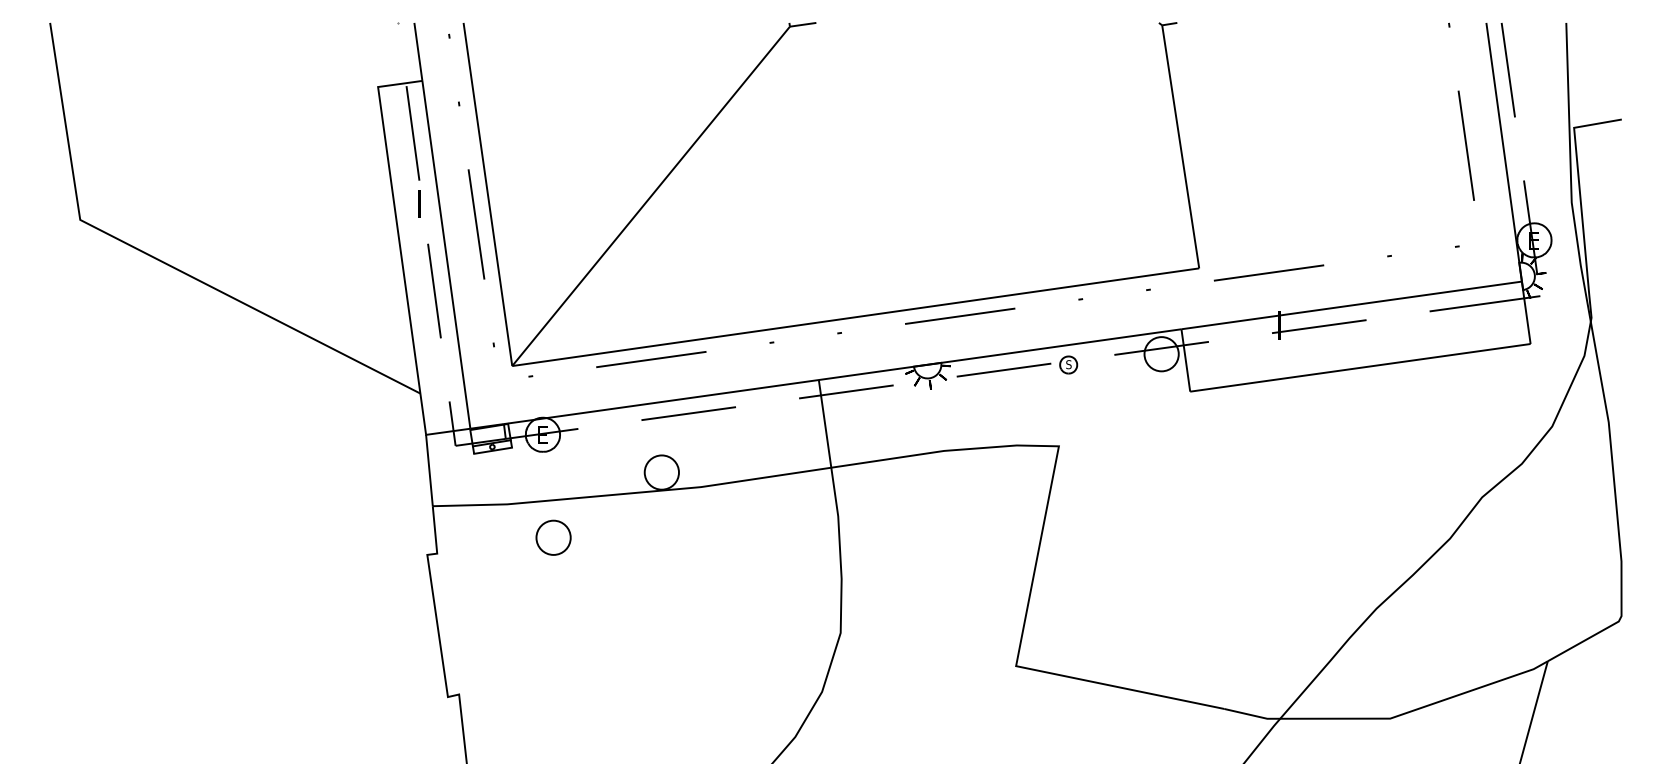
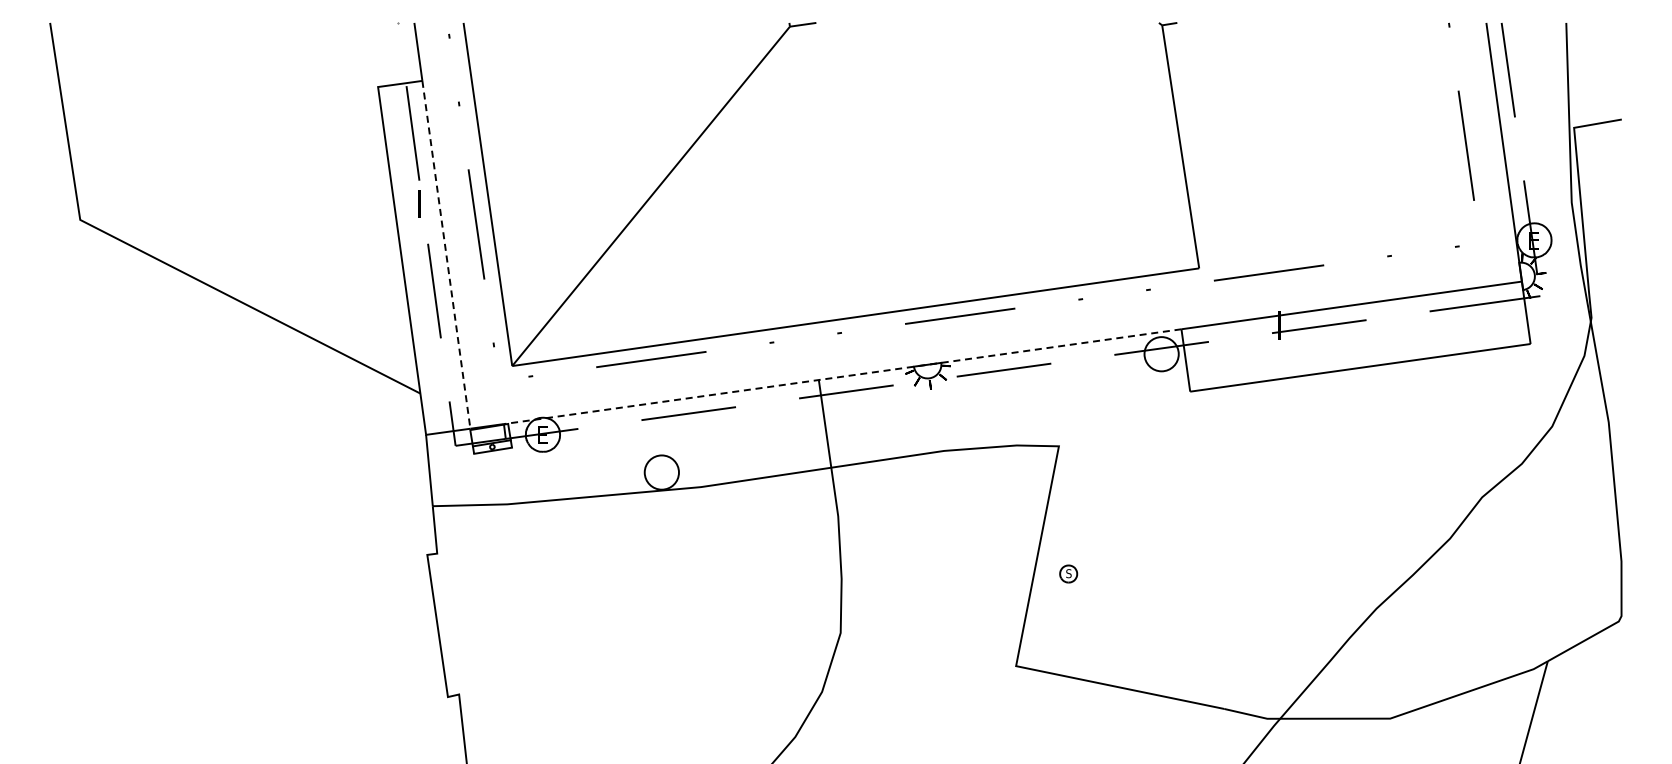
line at (446, 254): solid -> dashed
part at (1068, 364) position: (1068, 364) -> (1068, 573)
line at (842, 376): solid -> dashed
part at (553, 537): present -> none
